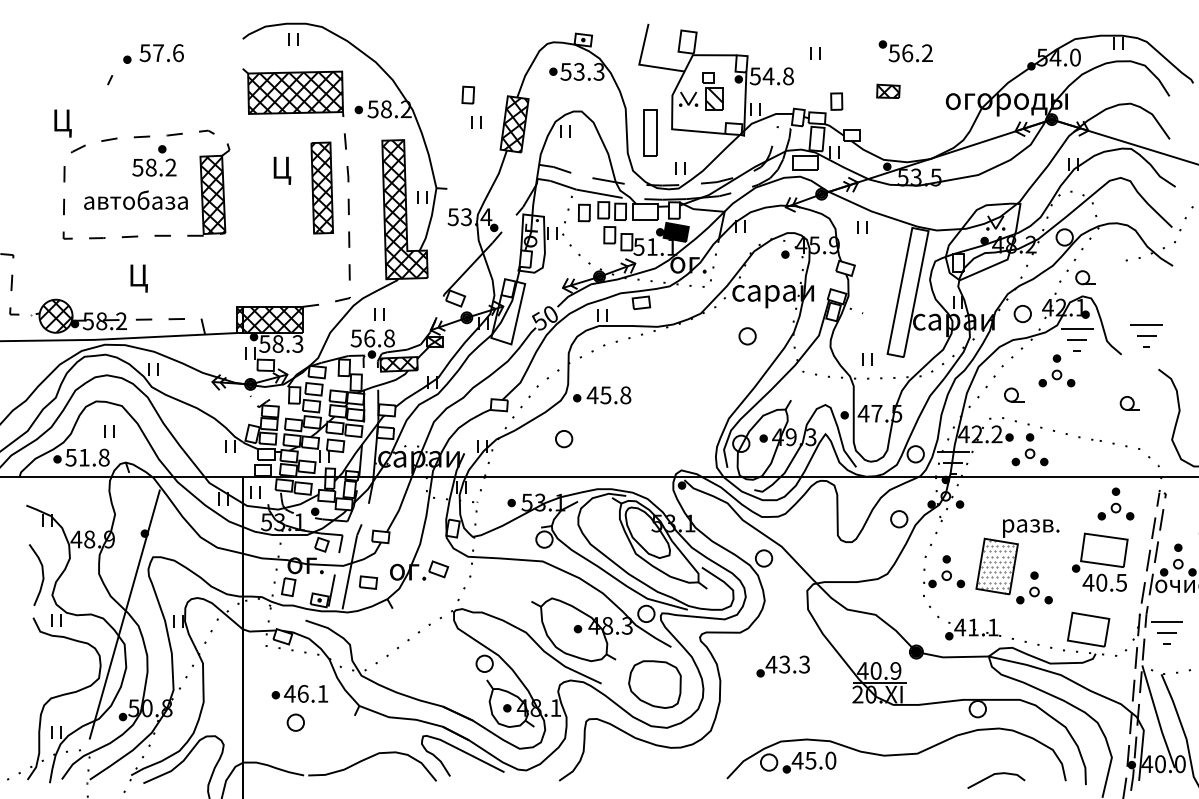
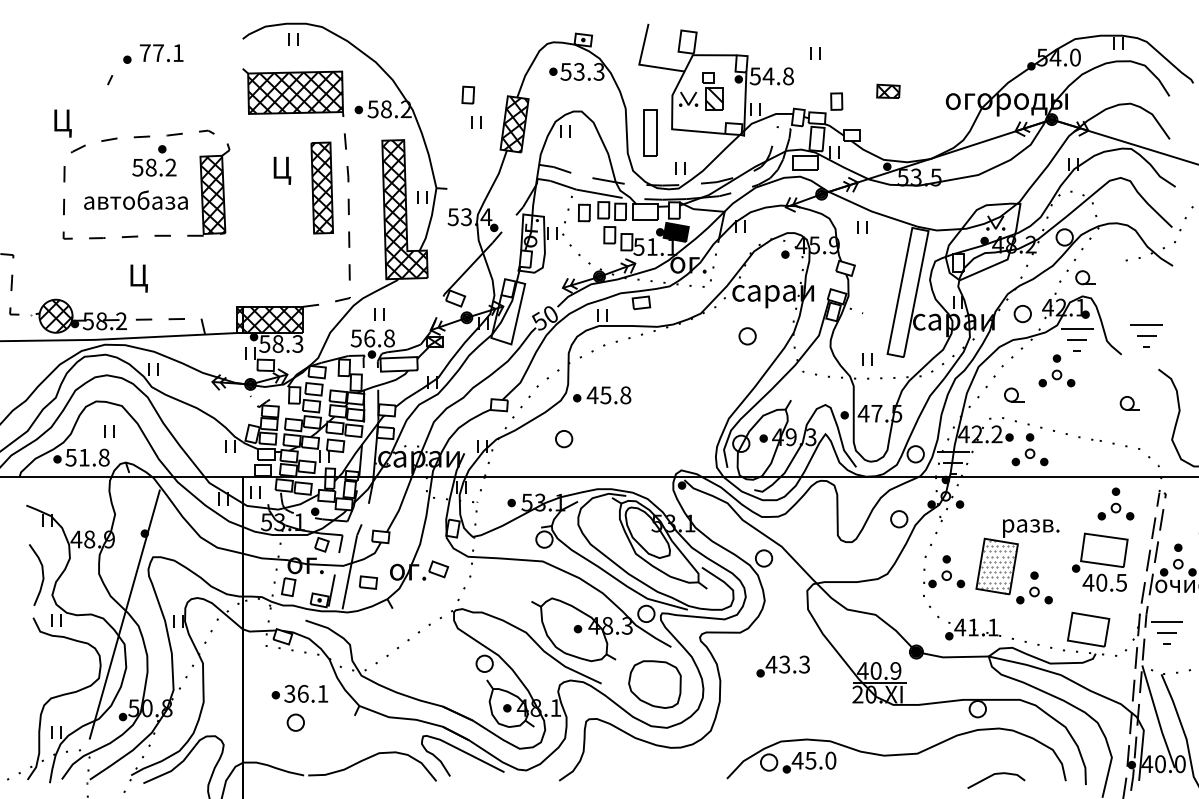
part at (905, 51): present -> none
text at (161, 53): 57.6 -> 77.1
hatch at (398, 364): present -> none
text at (289, 693): 46.1 -> 36.1
